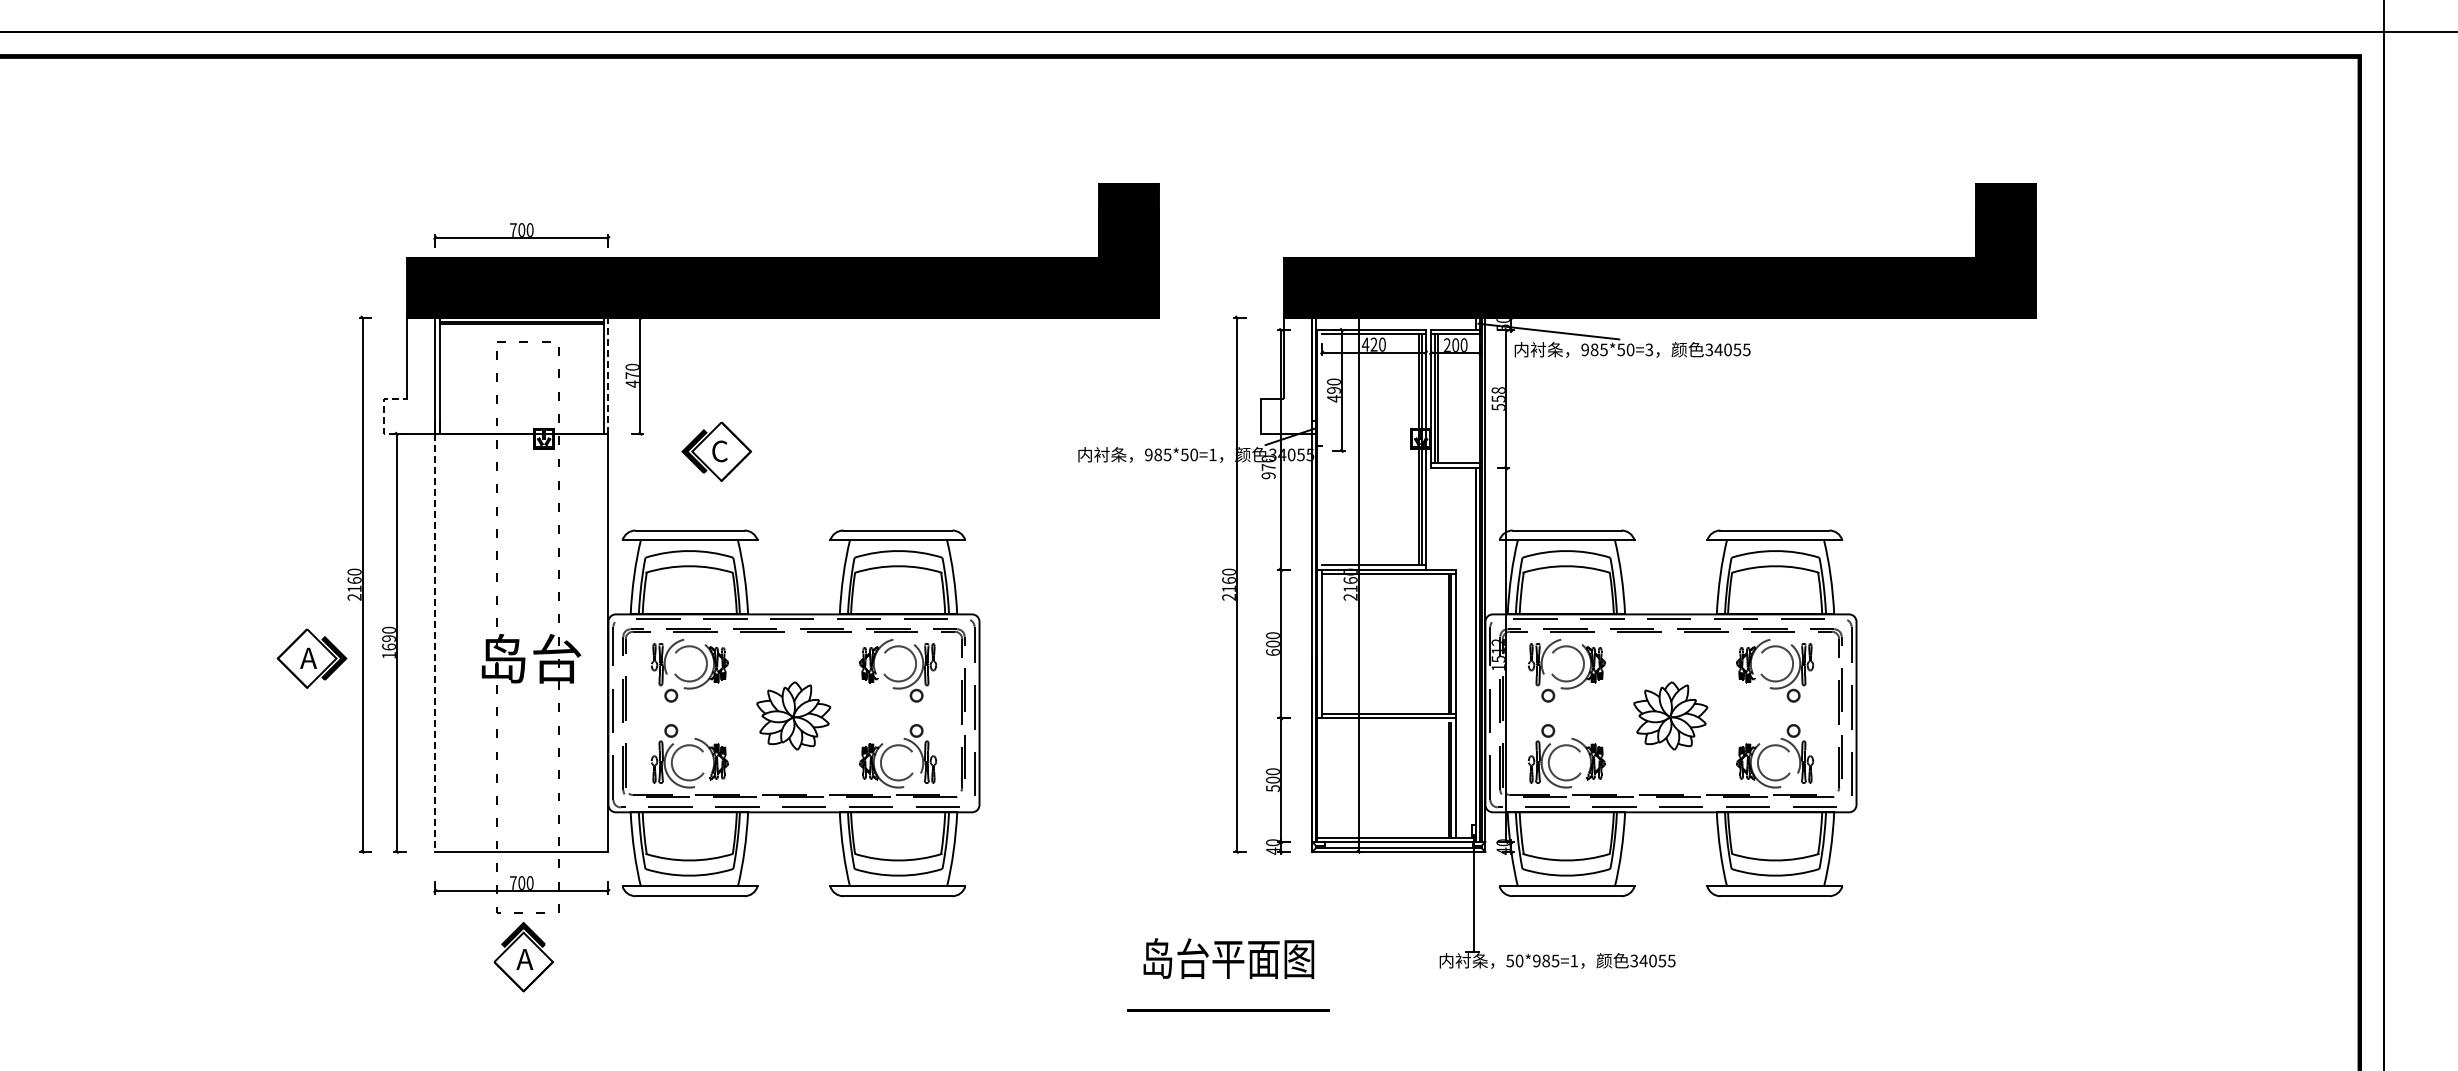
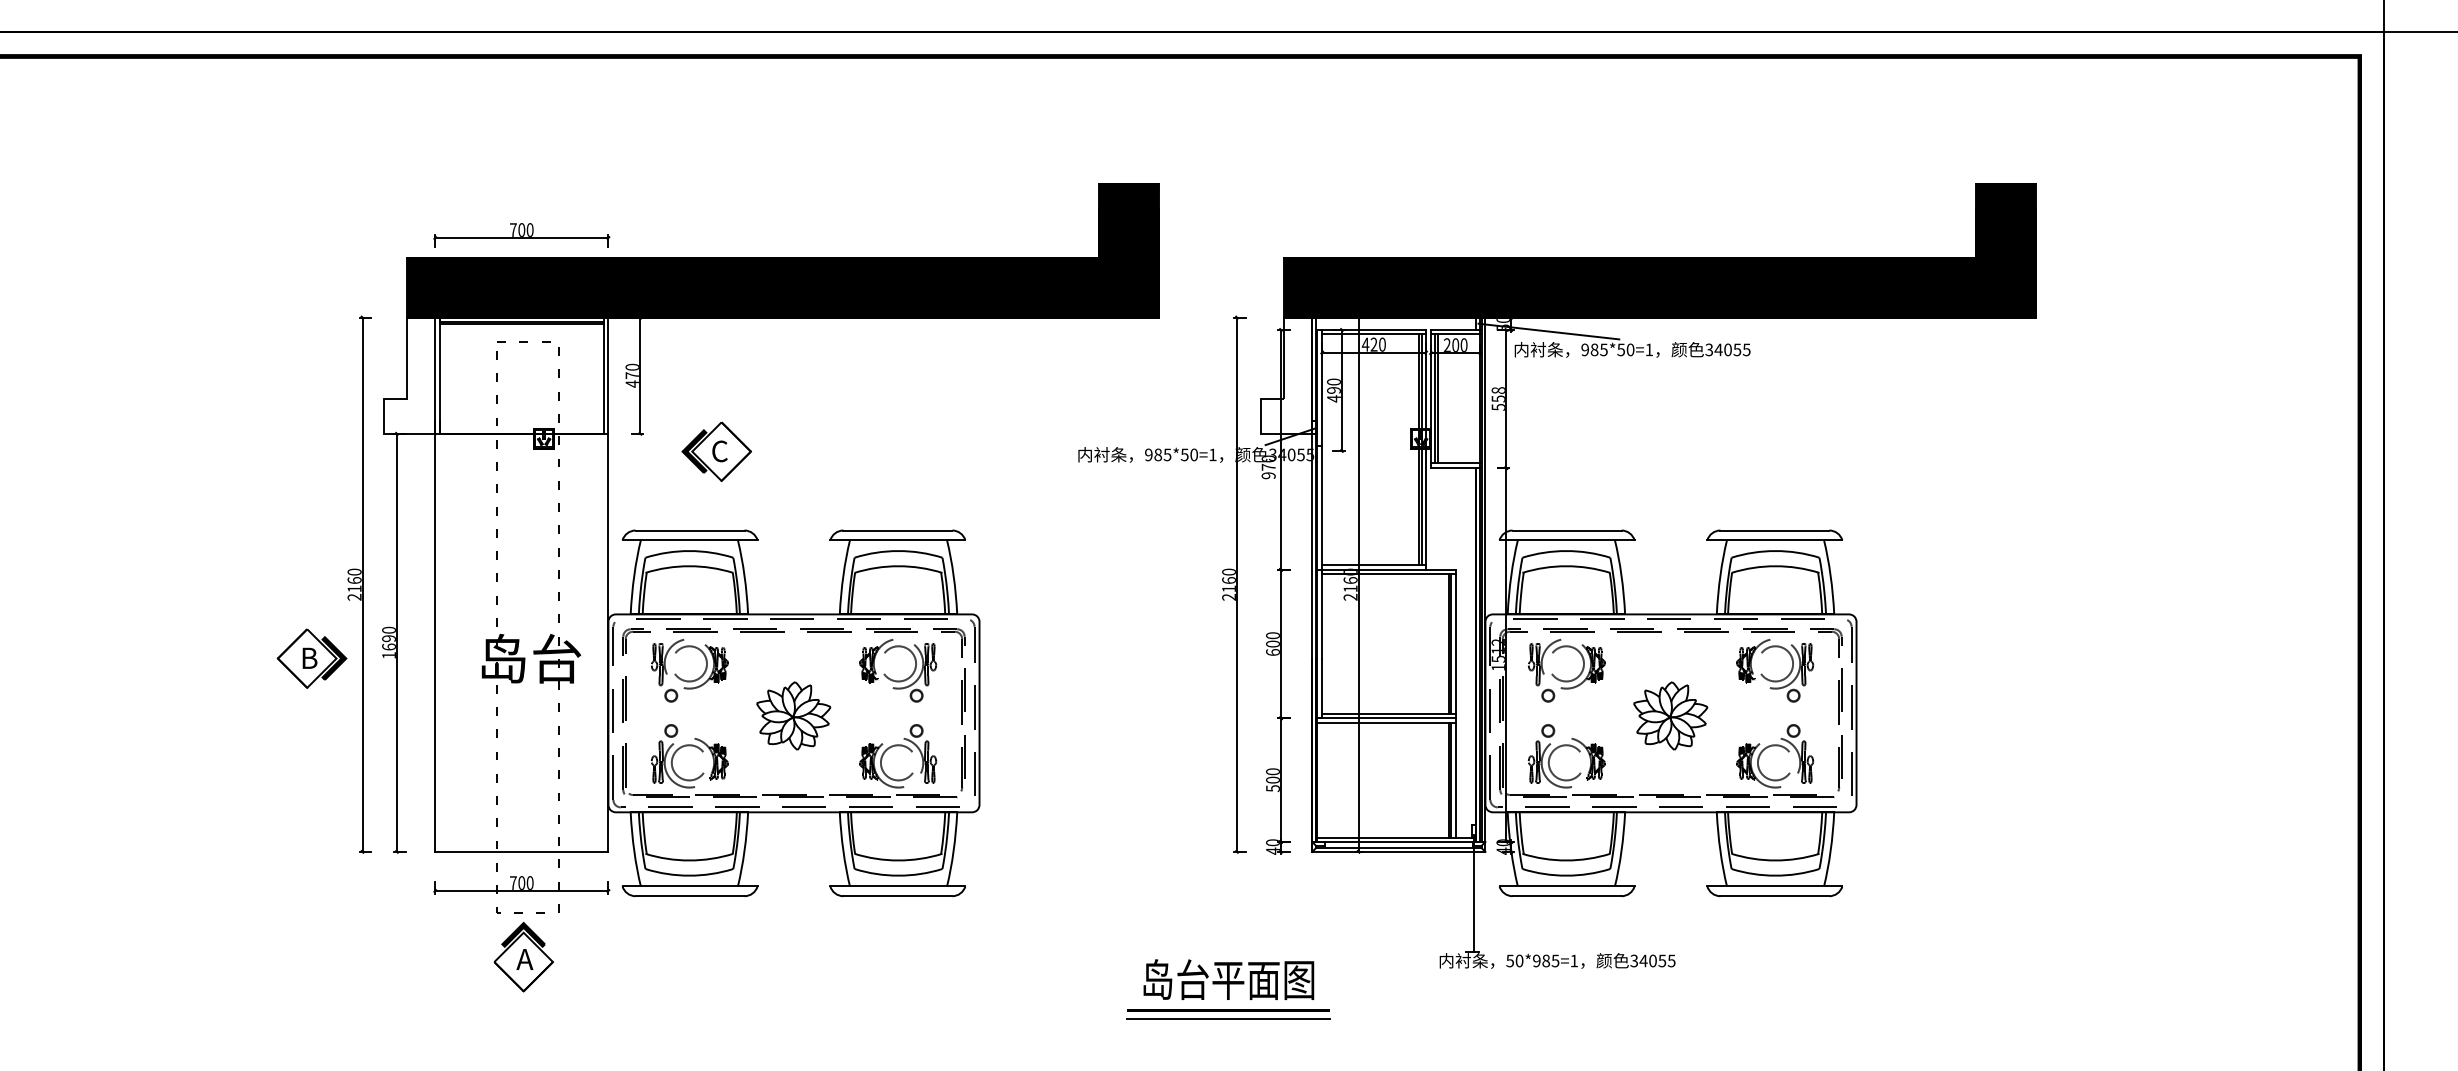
text at (1648, 349): 985*50=3 -> 985*50=1
line at (608, 375): dashed -> solid
line at (383, 411): dashed -> solid
line at (1322, 450): none -> present
line at (435, 643): dashed -> solid
text at (308, 657): A -> B
line at (1386, 722): none -> present
text at (1228, 958) position: (1228, 958) -> (1228, 979)
line at (1227, 1018): none -> present
